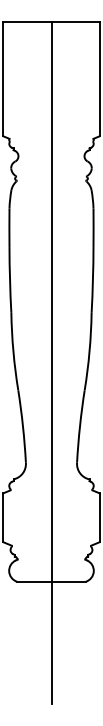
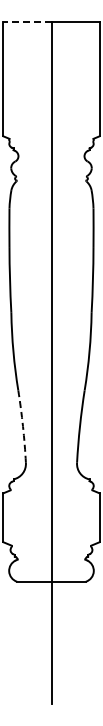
line at (26, 21): solid -> dashed
arc at (23, 426): solid -> dashed
